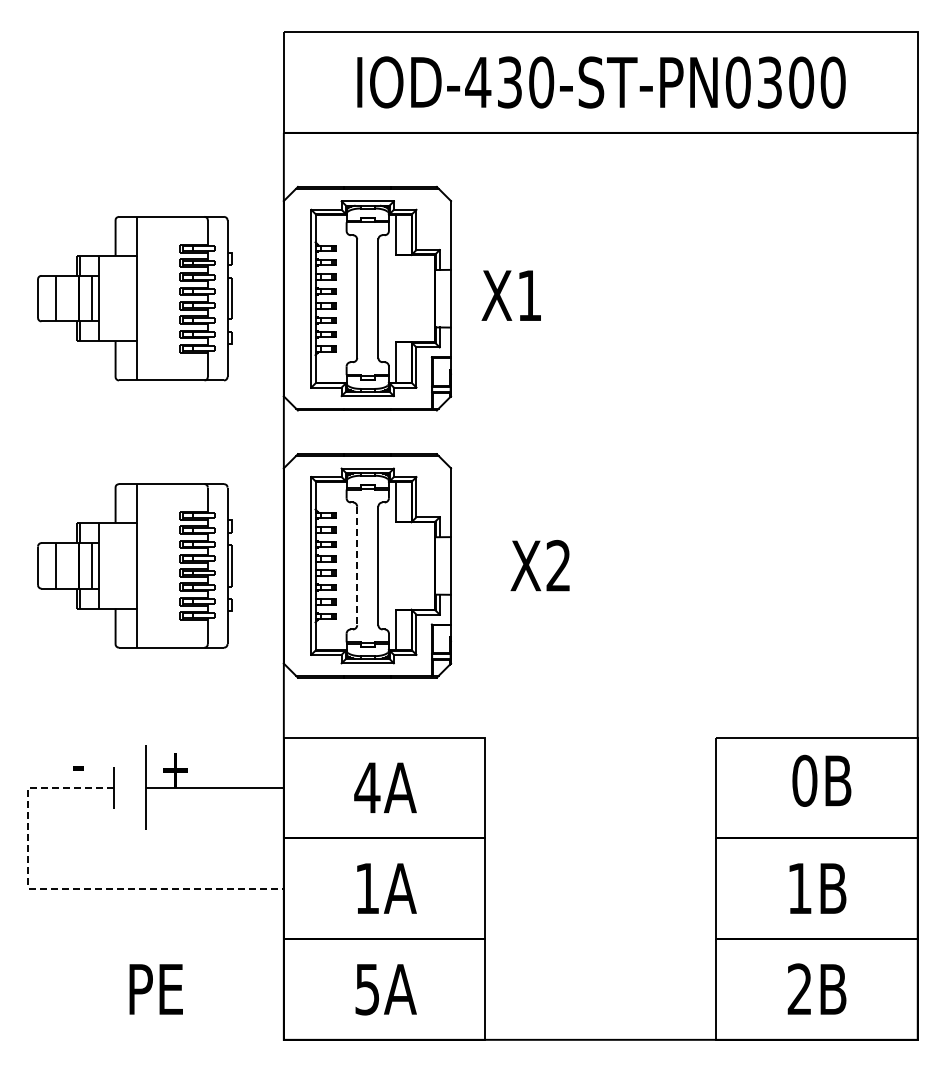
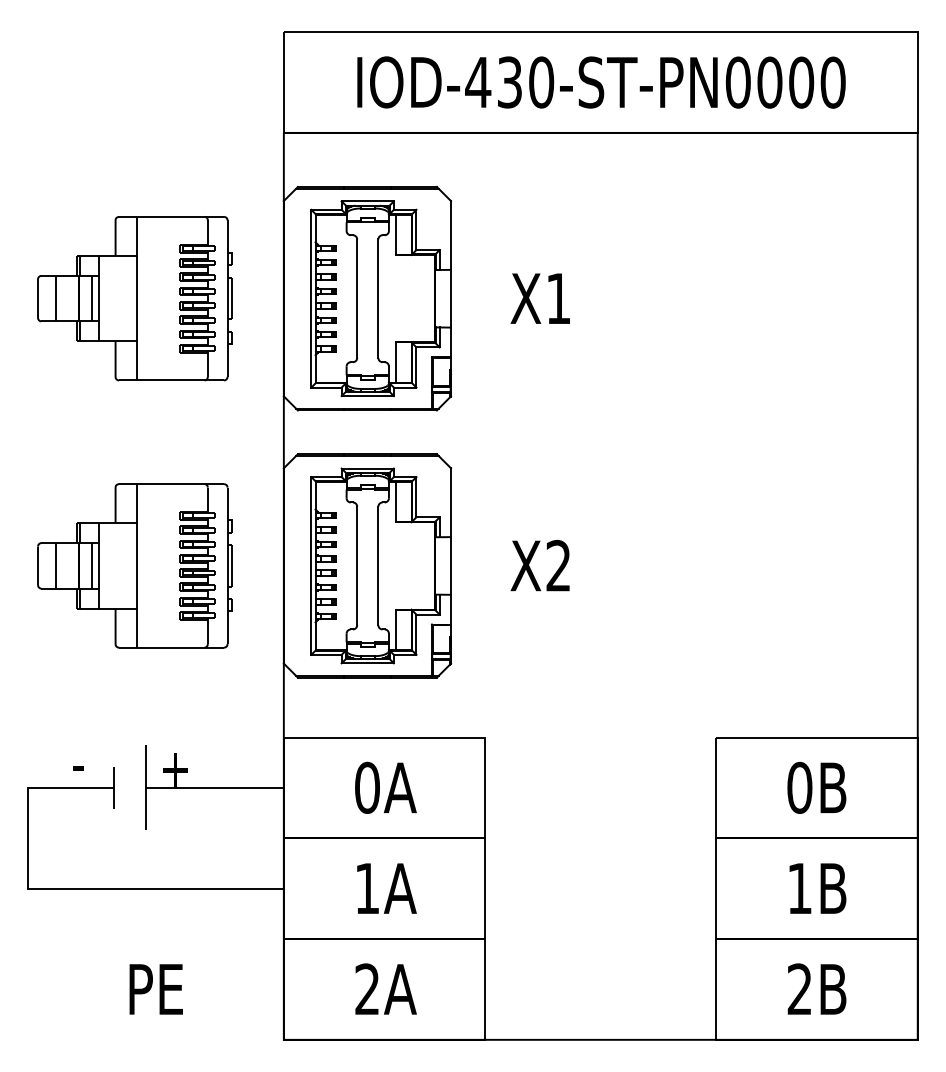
text at (769, 82): IOD-430-ST-PN0300 -> IOD-430-ST-PN0000
text at (510, 295) position: (510, 295) -> (539, 298)
line at (357, 566): dashed -> solid
text at (821, 780) position: (821, 780) -> (816, 787)
text at (367, 787): 4A -> 0A
line at (62, 888): dashed -> solid
text at (367, 989): 5A -> 2A
